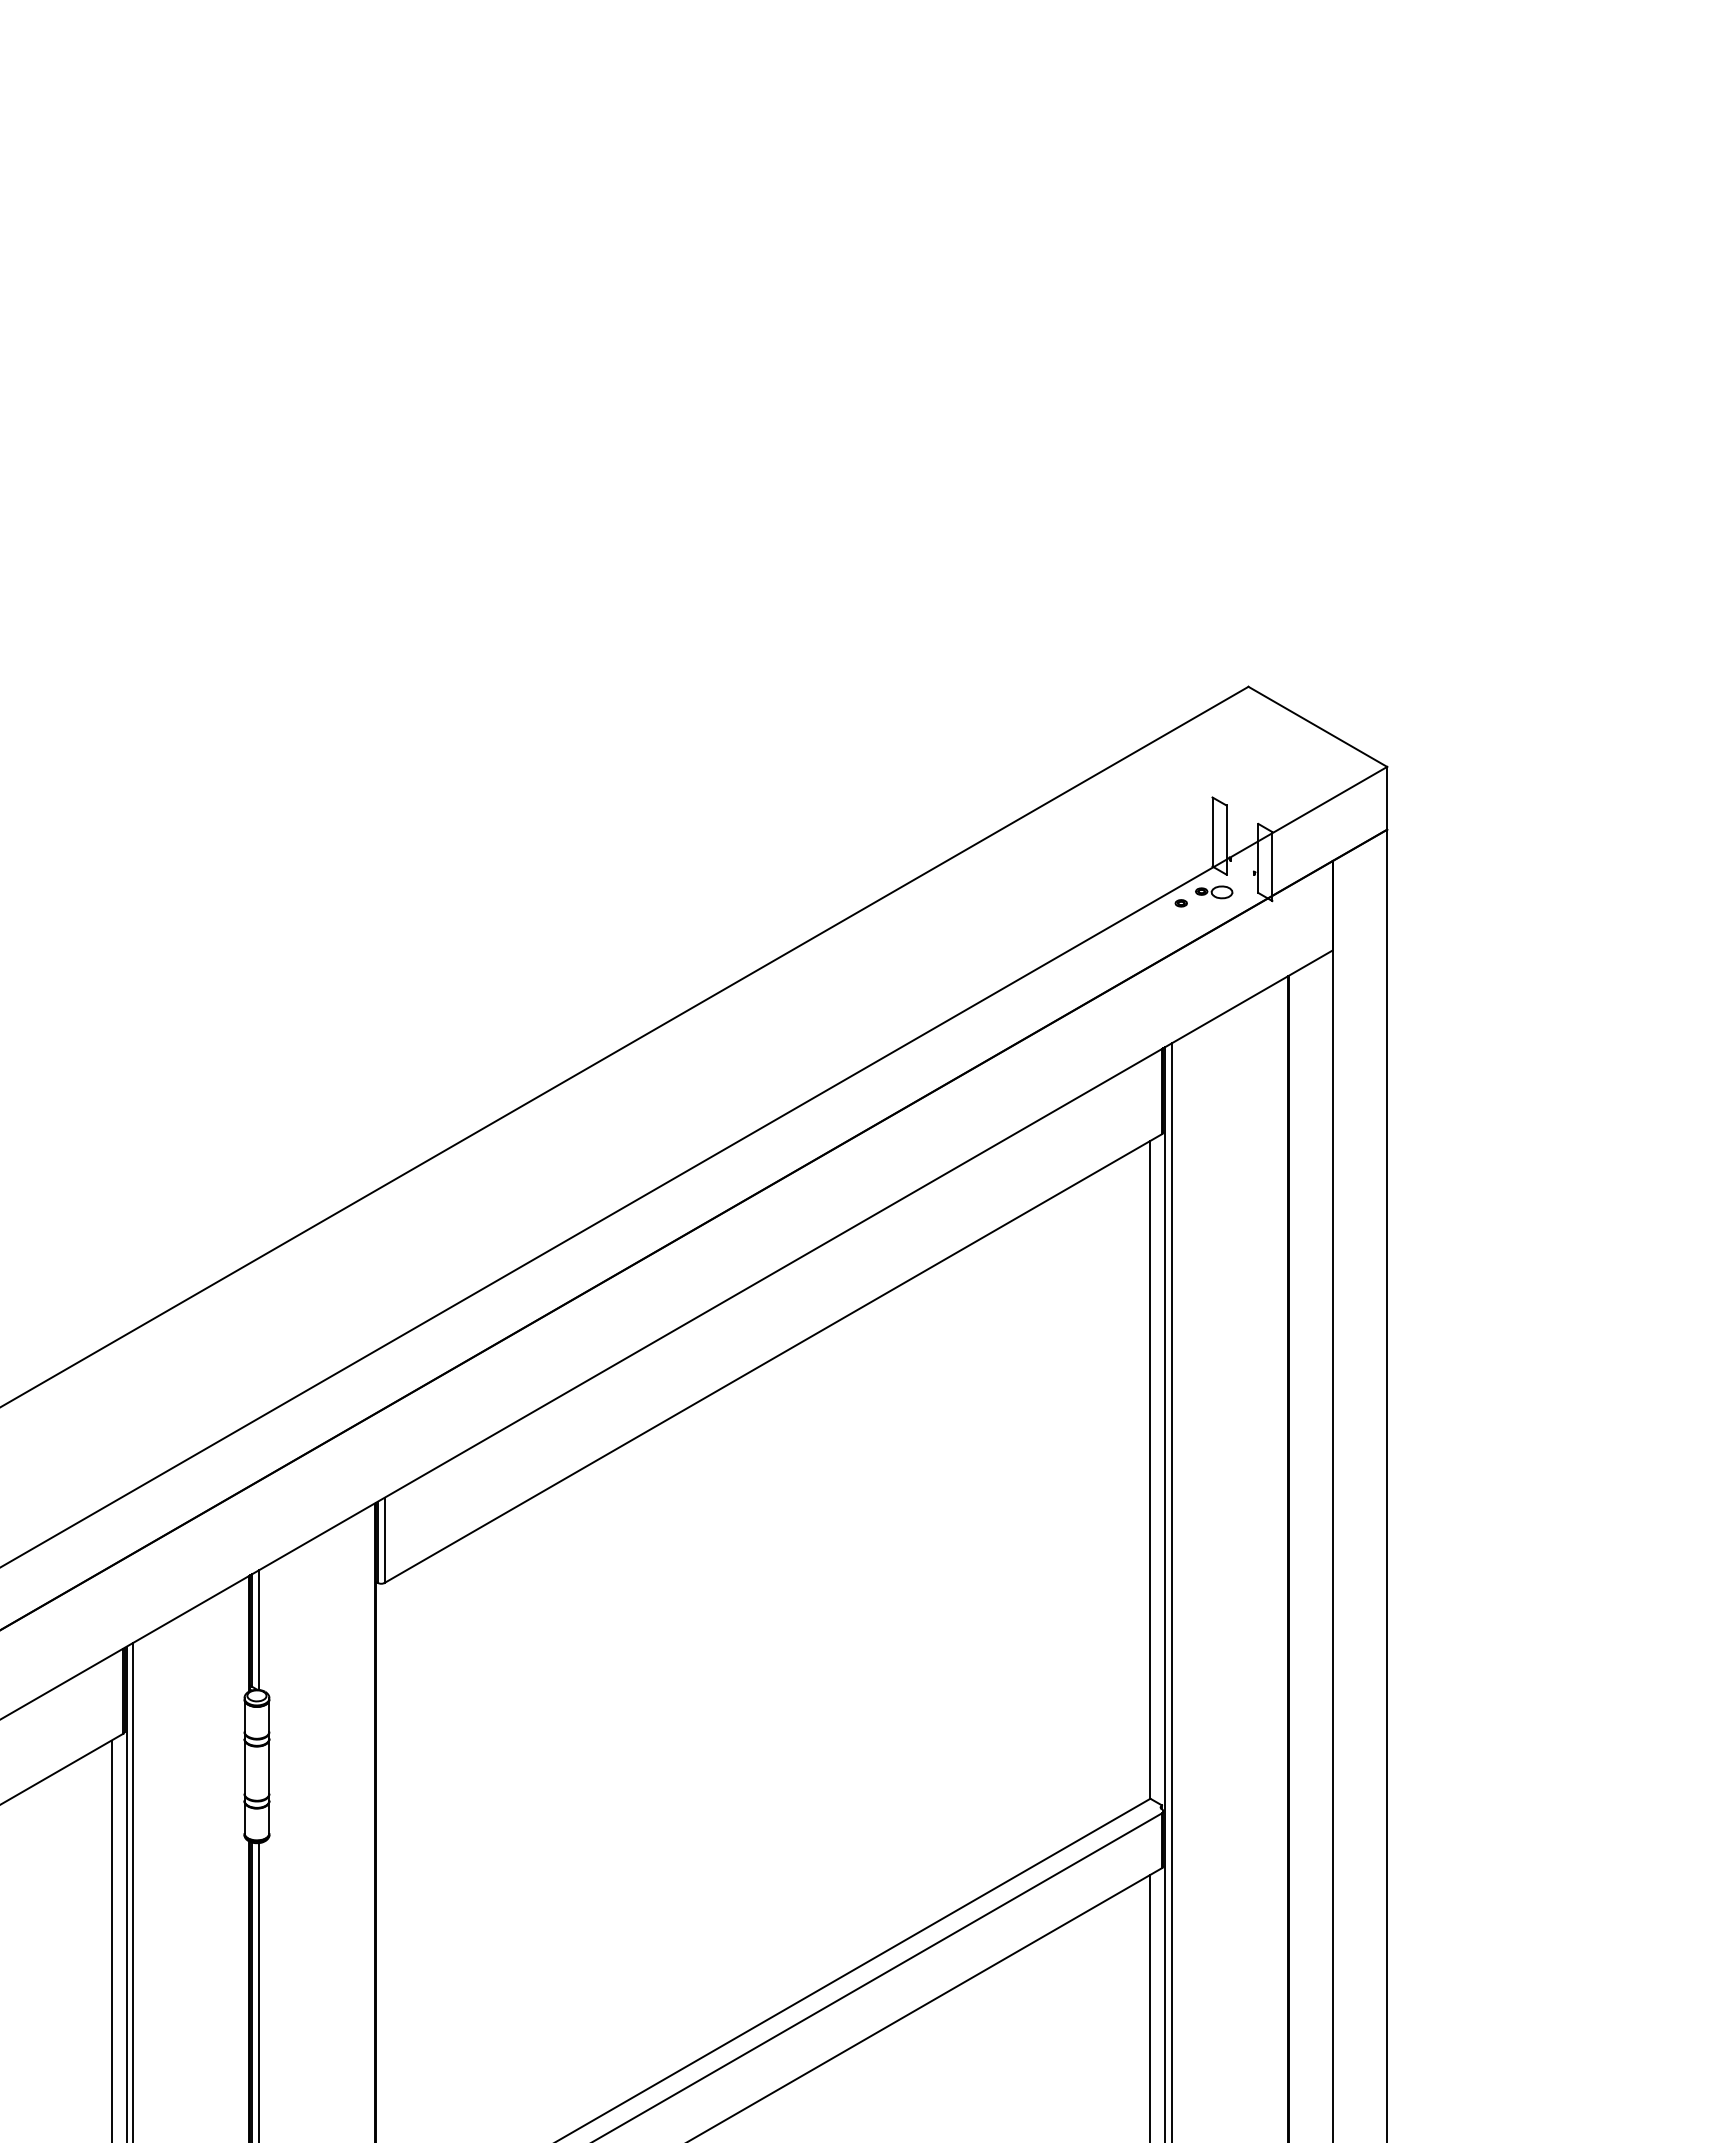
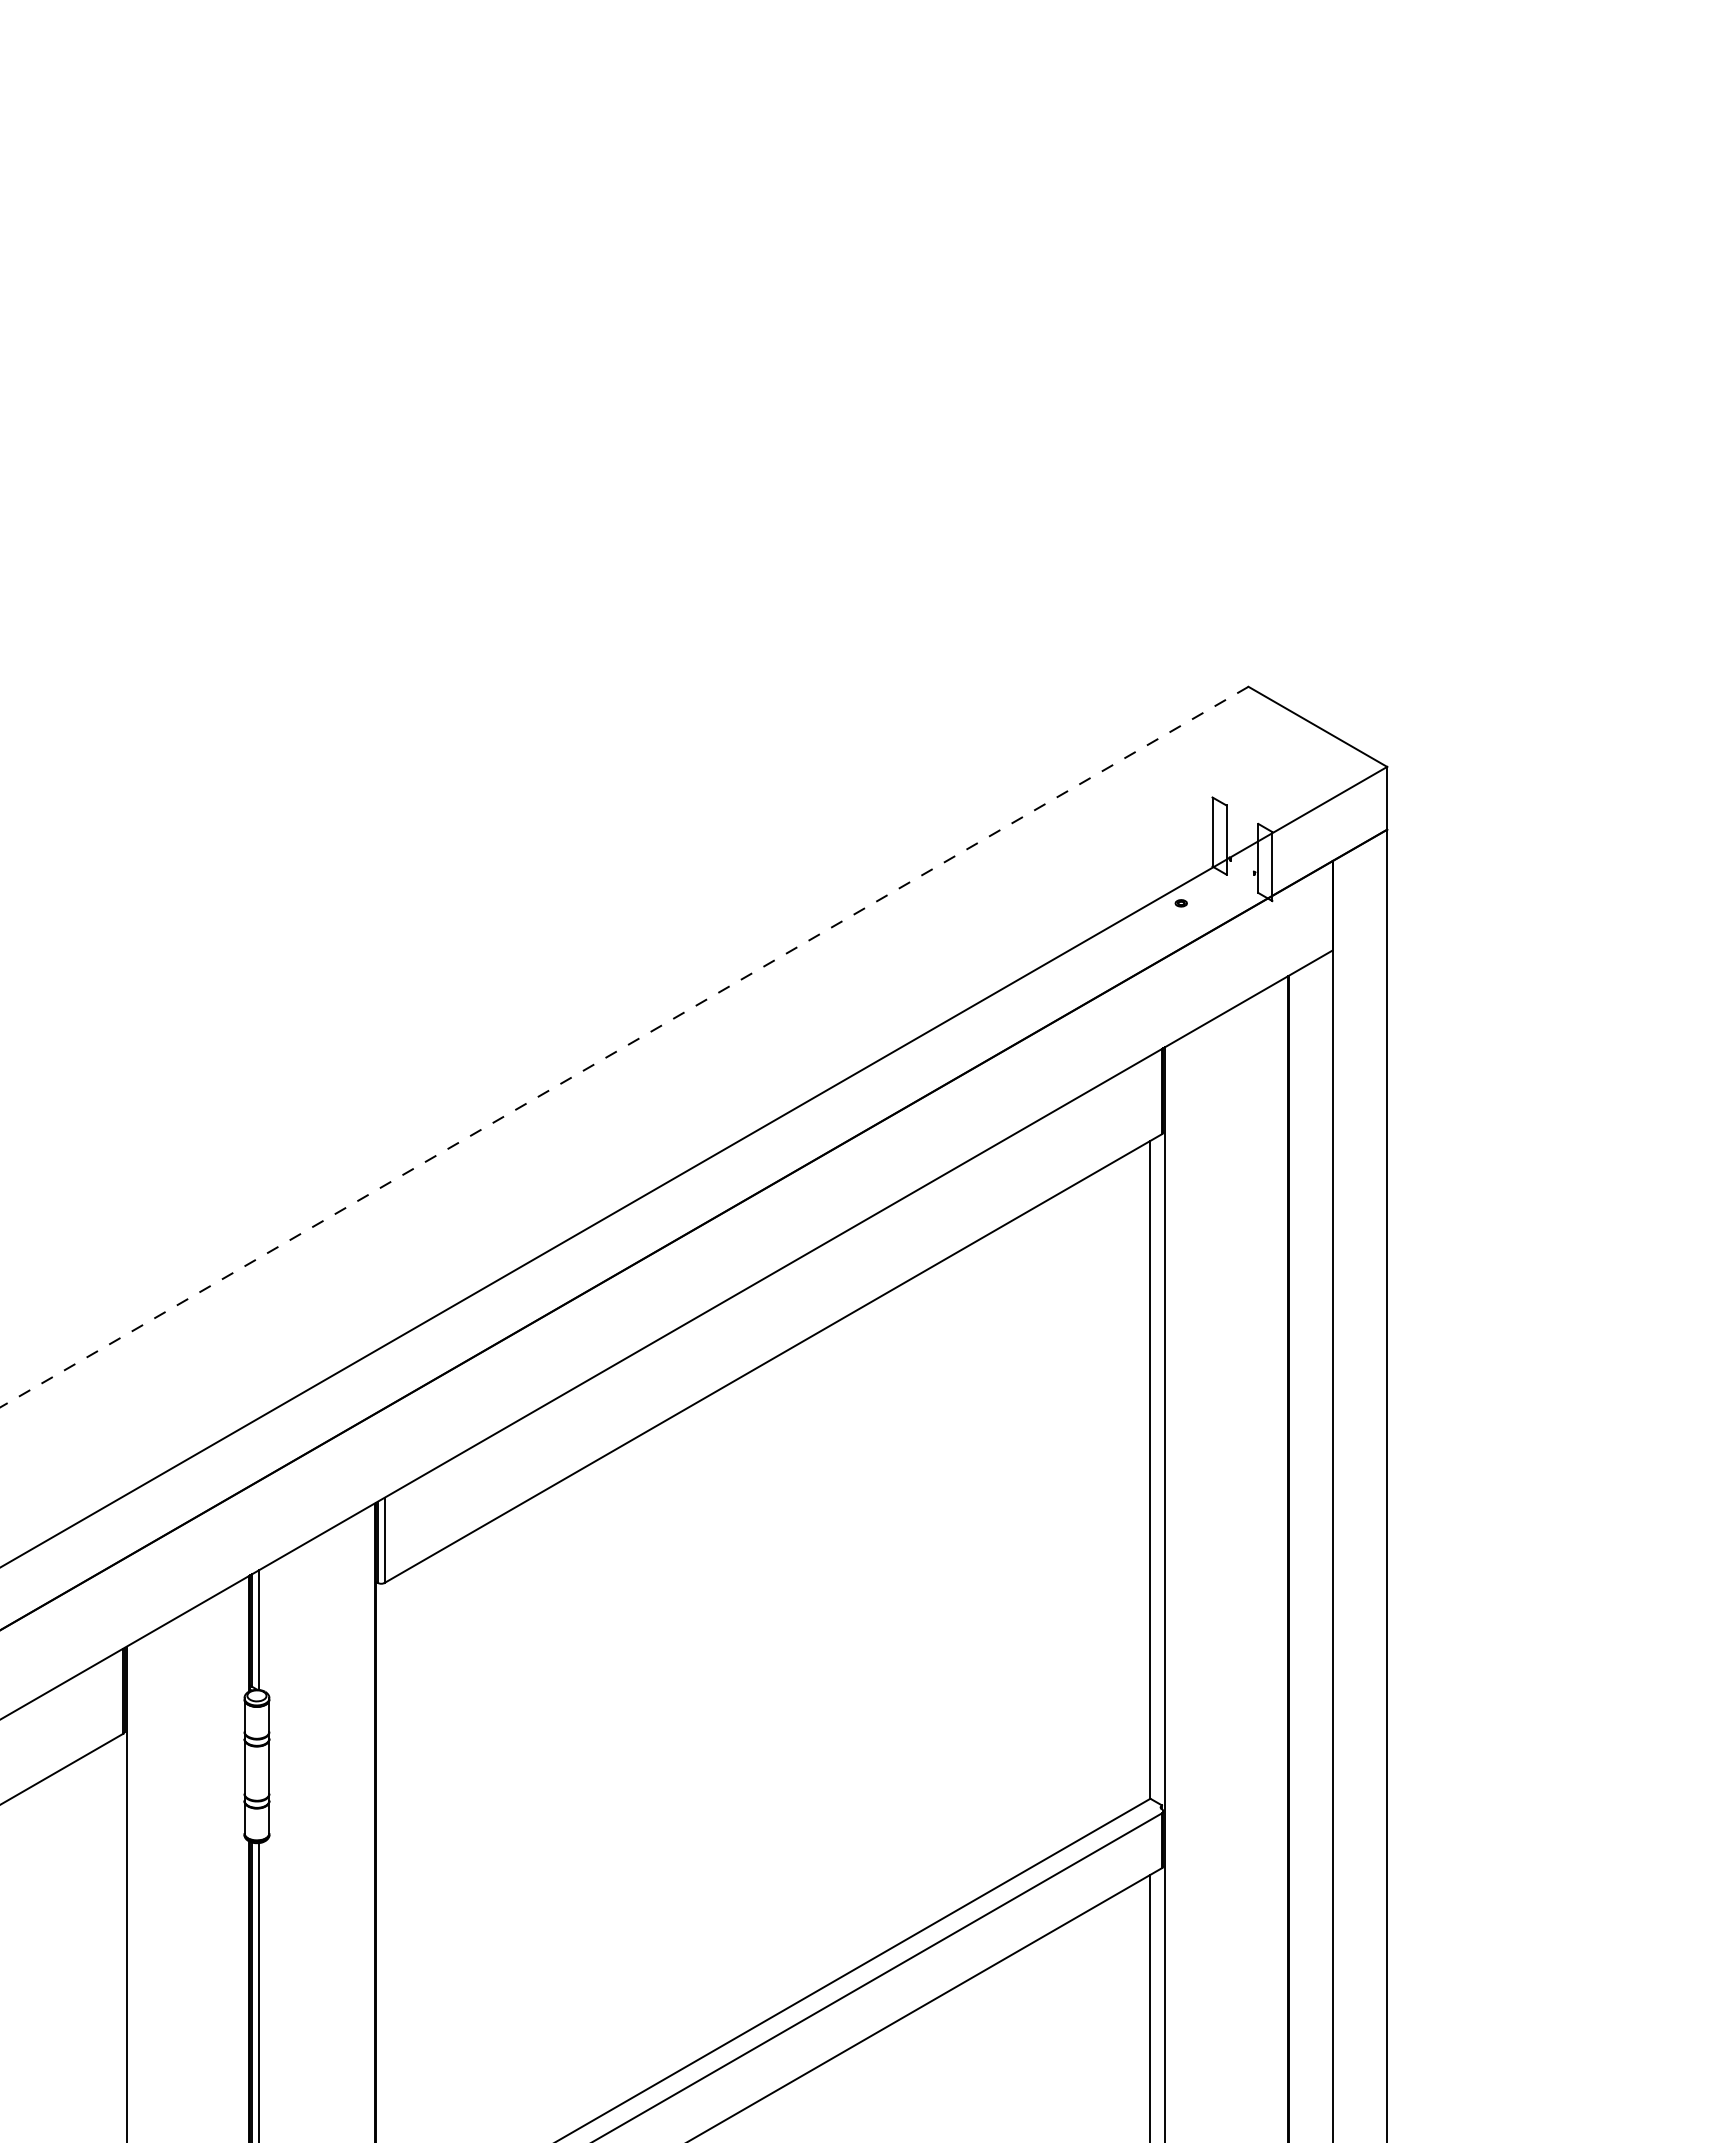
part at (1214, 892): present -> none
line at (624, 1047): solid -> dashed
line at (1172, 1591): present -> none
line at (133, 1890): present -> none
line at (111, 1939): present -> none
